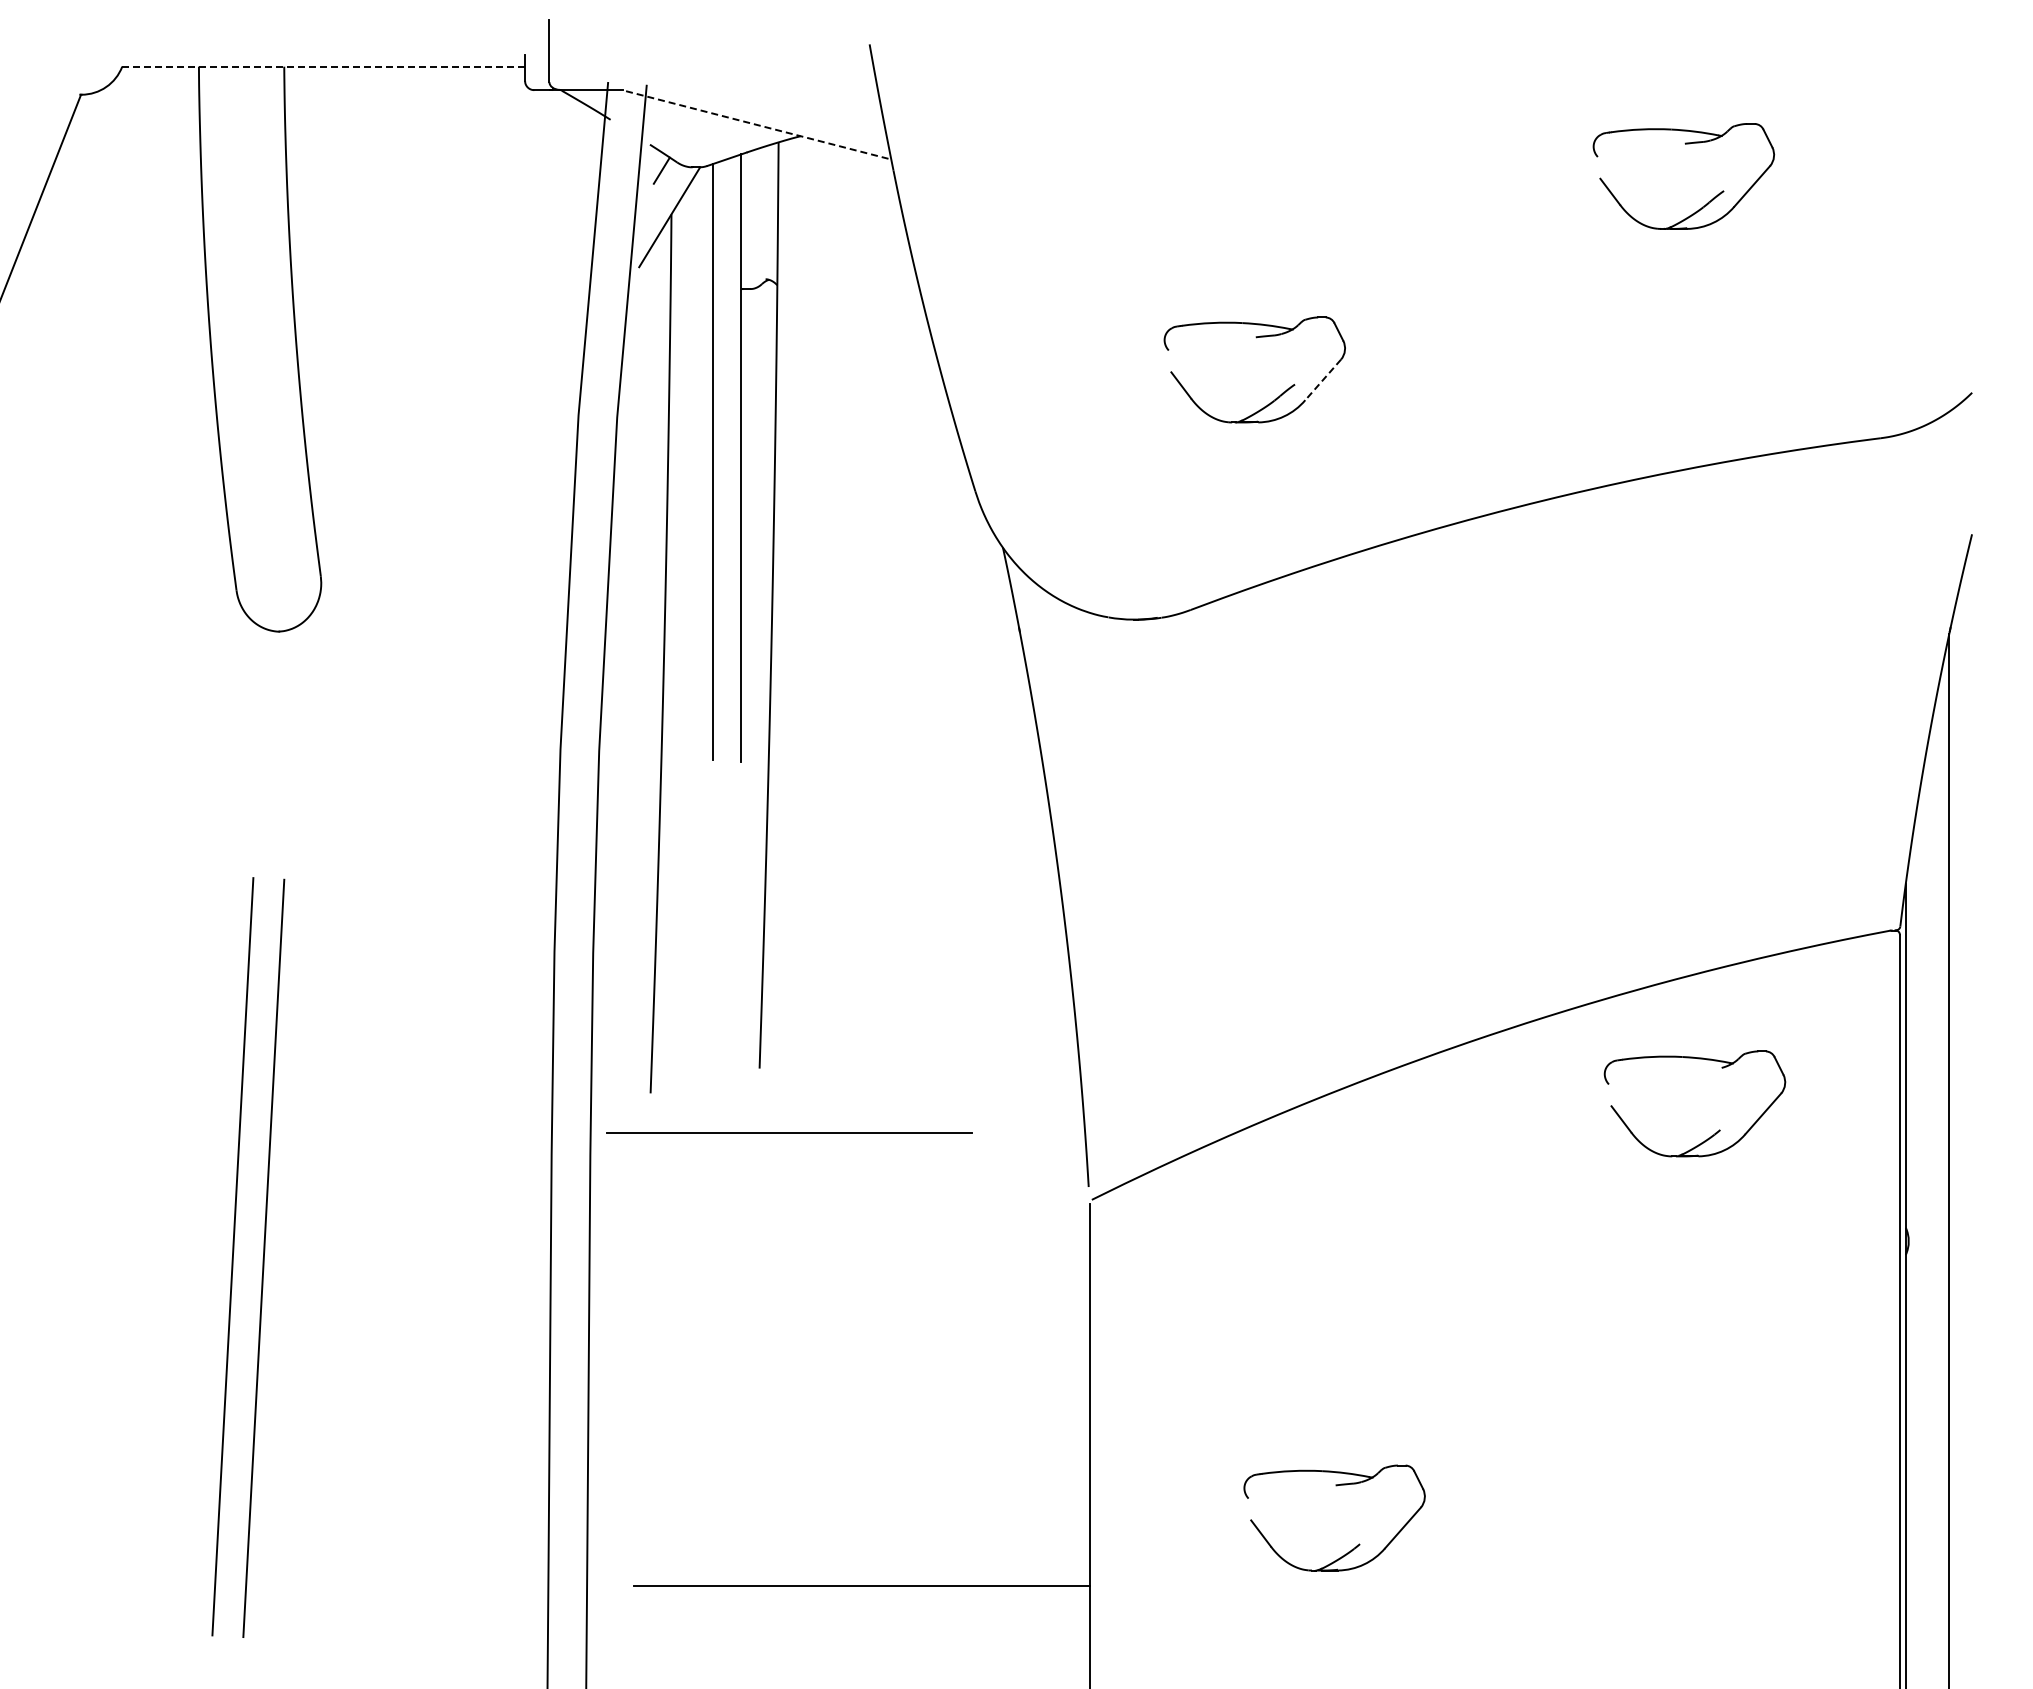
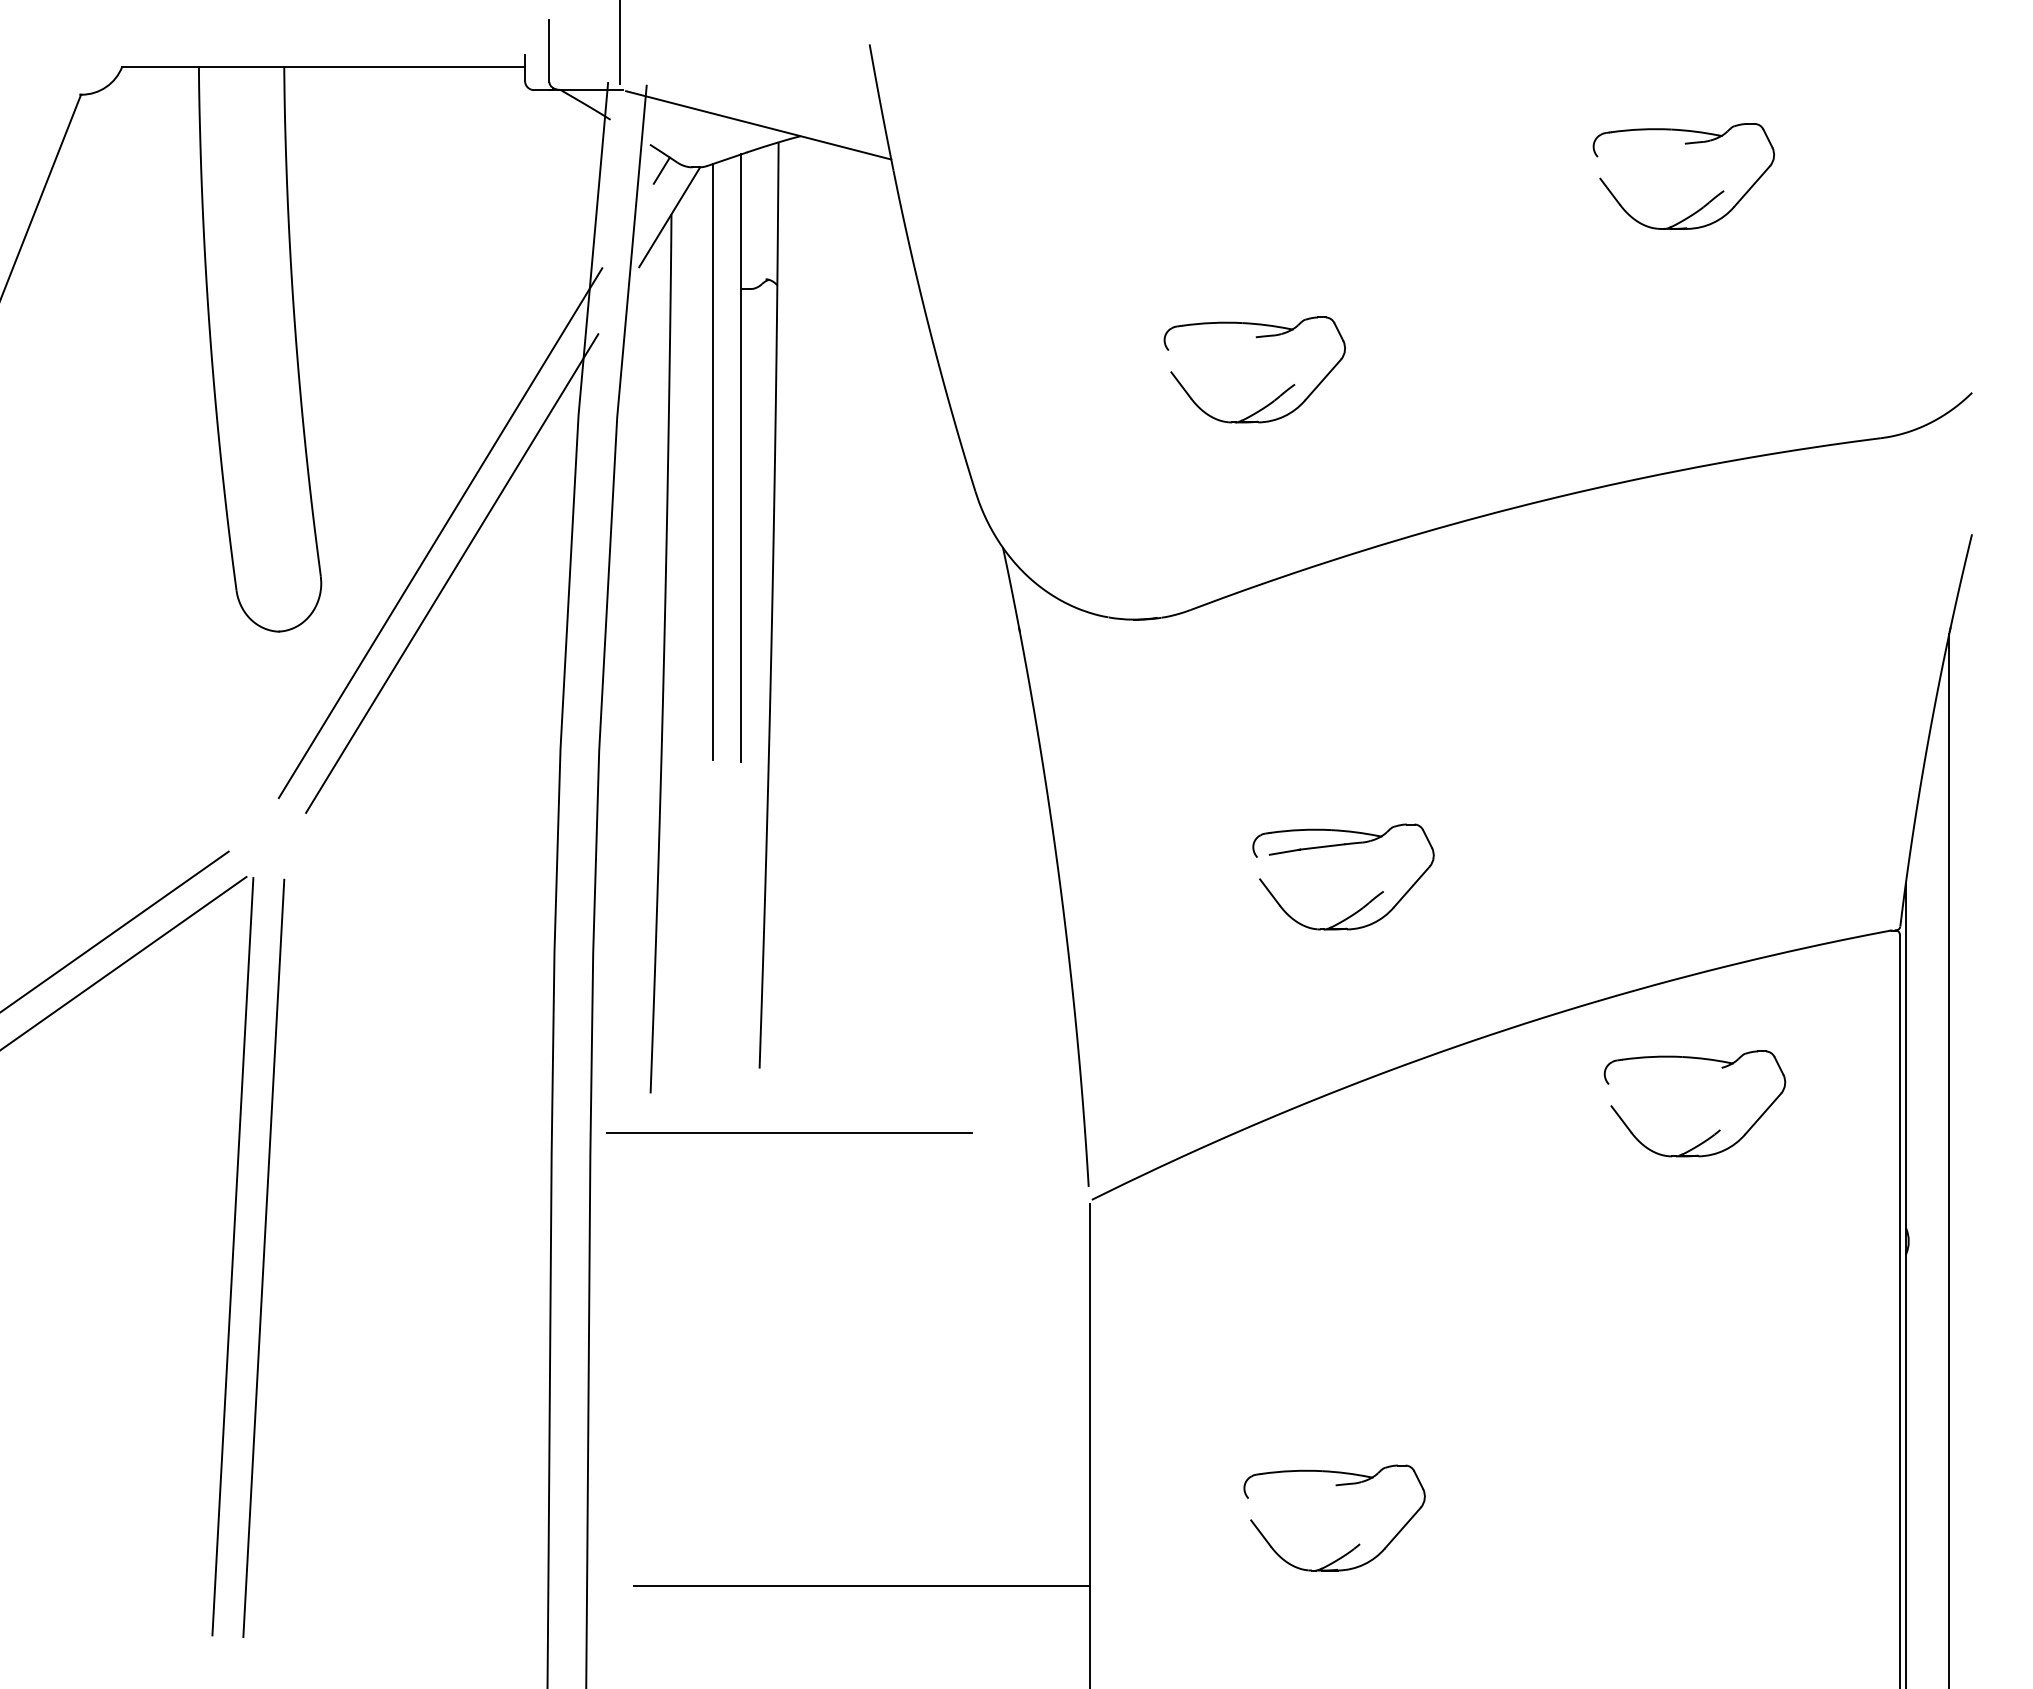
line at (620, 42): none -> present
line at (323, 66): dashed -> solid
line at (758, 125): dashed -> solid
line at (1322, 380): dashed -> solid
line at (440, 533): none -> present
line at (452, 573): none -> present
part at (1337, 846): none -> present
line at (115, 930): none -> present
line at (124, 962): none -> present
